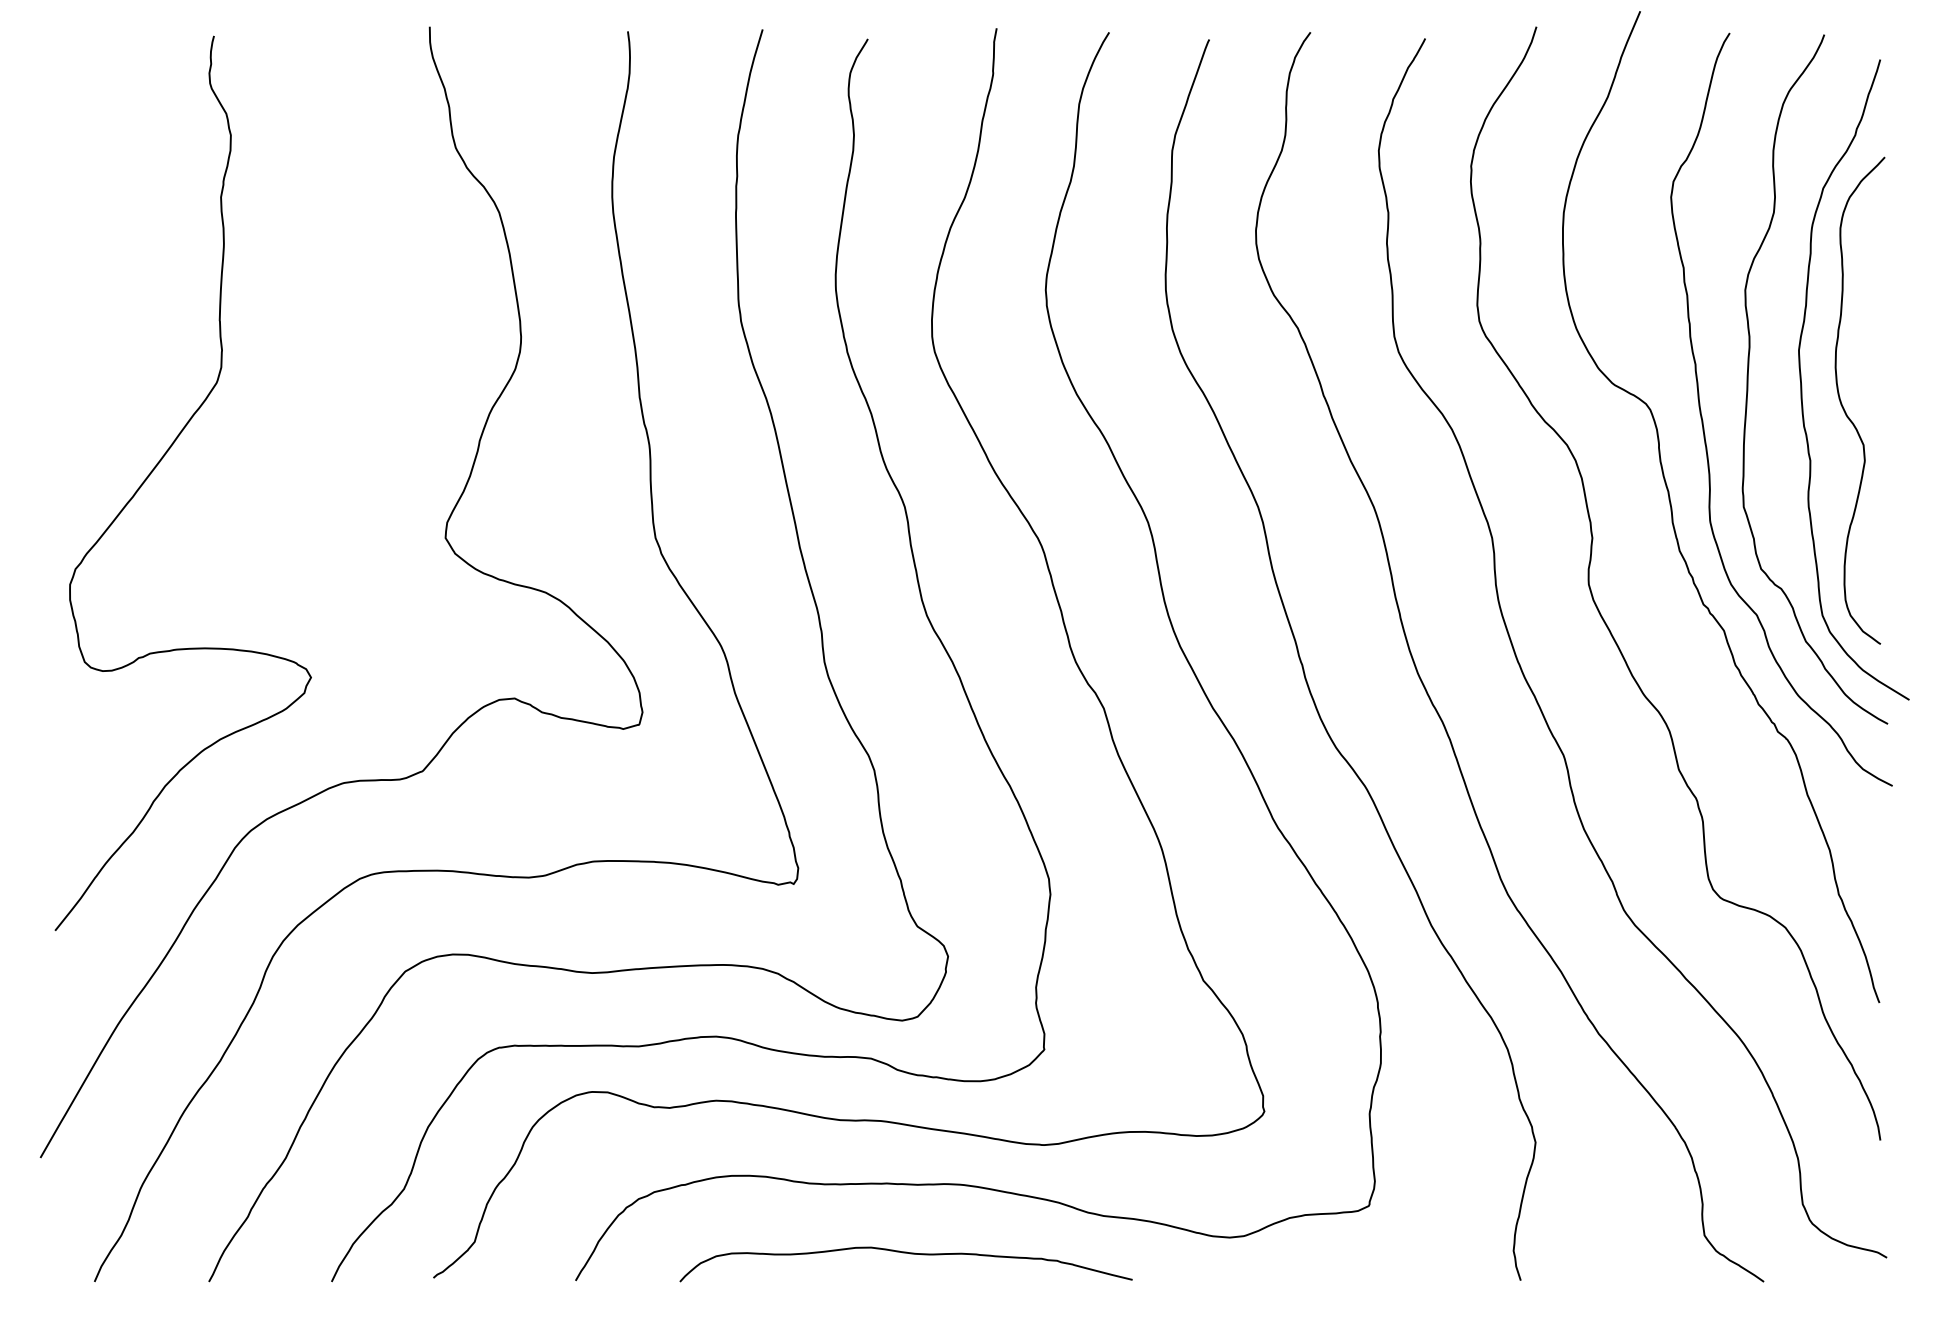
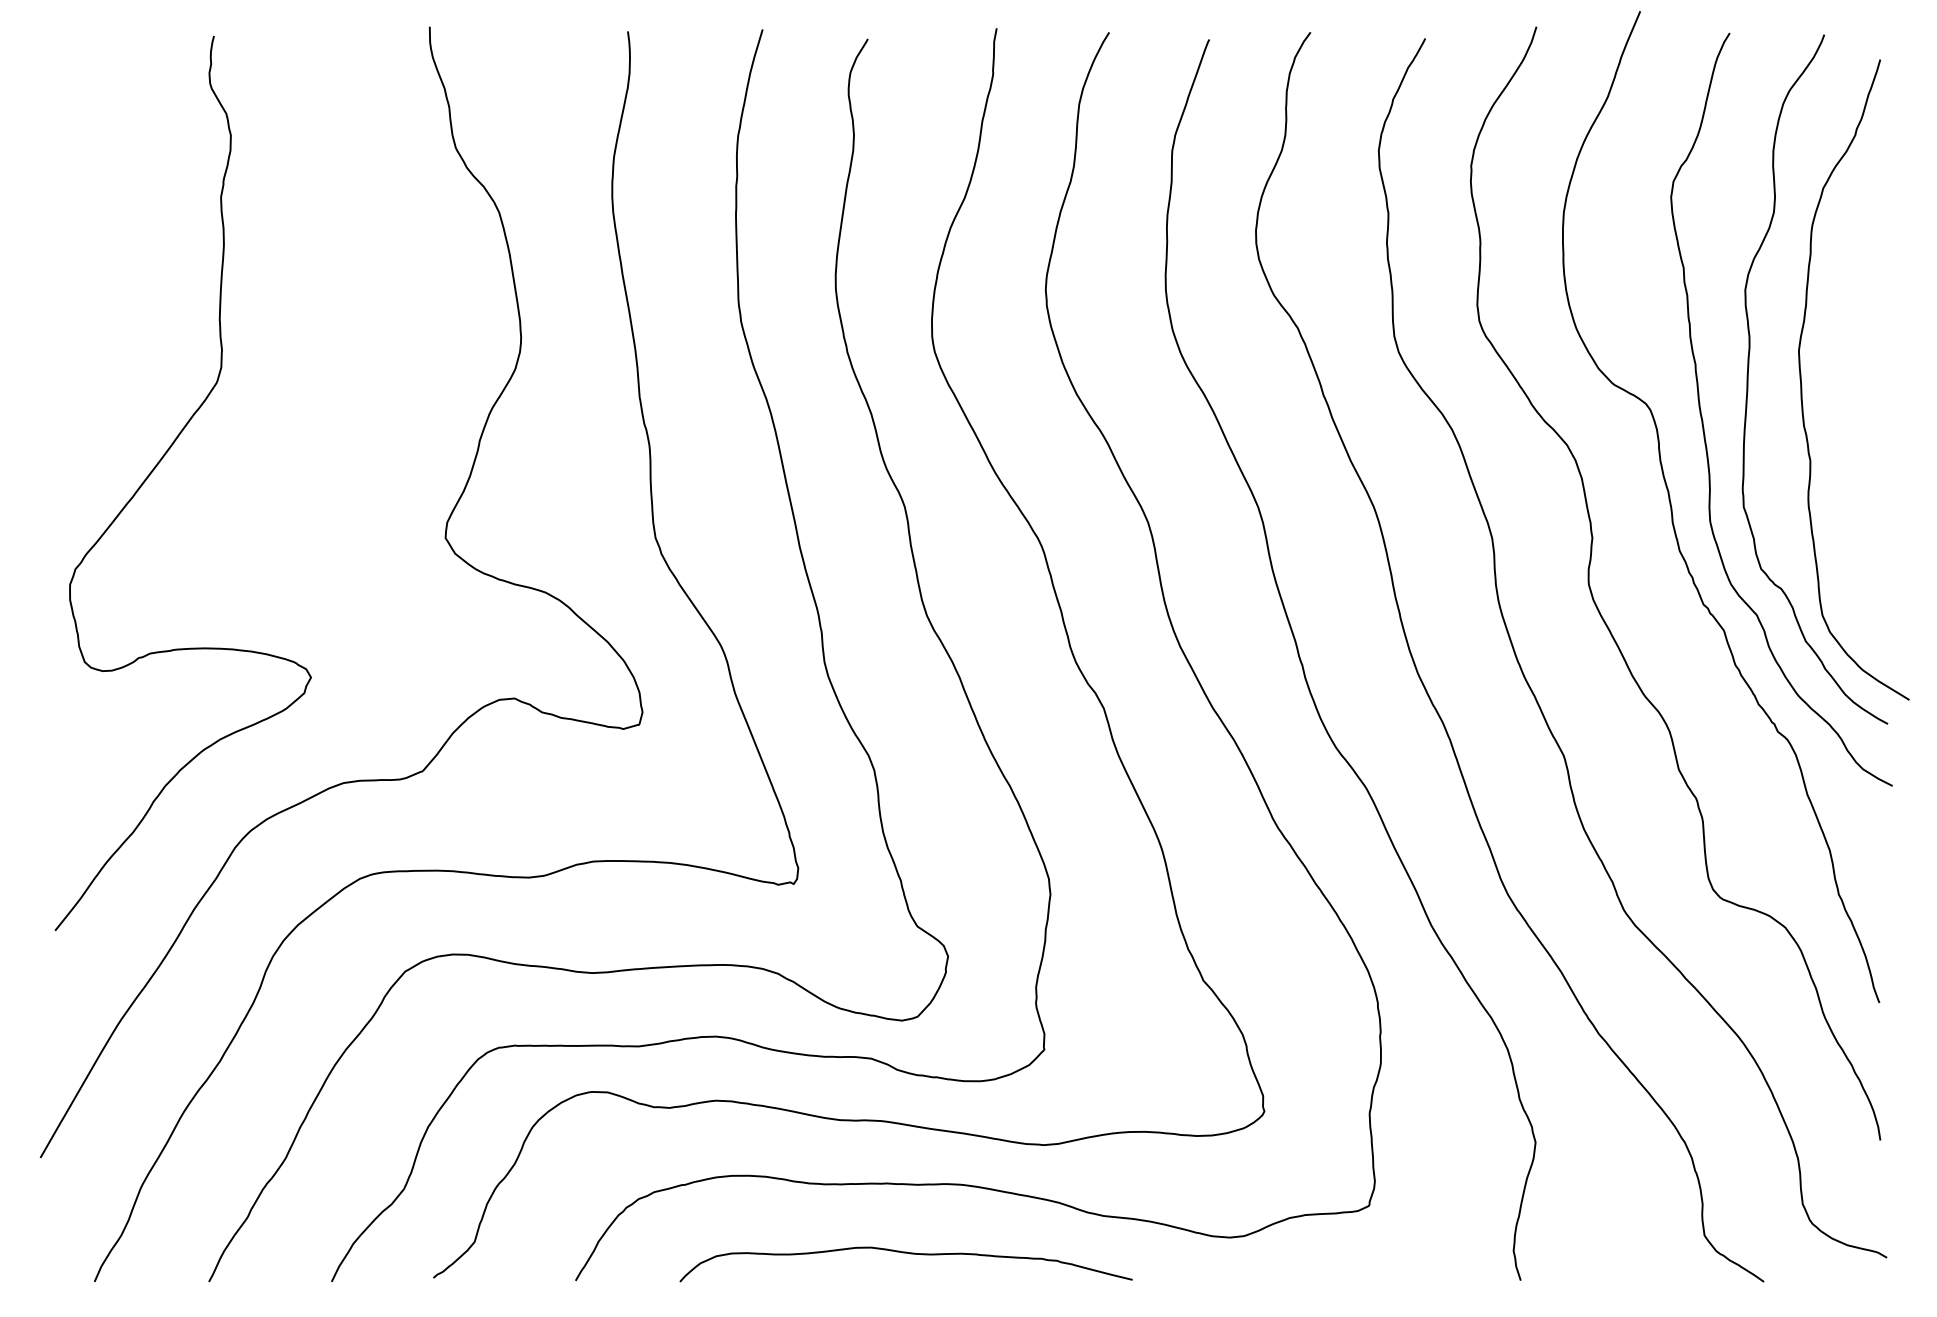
curve at (1844, 408): present -> none
